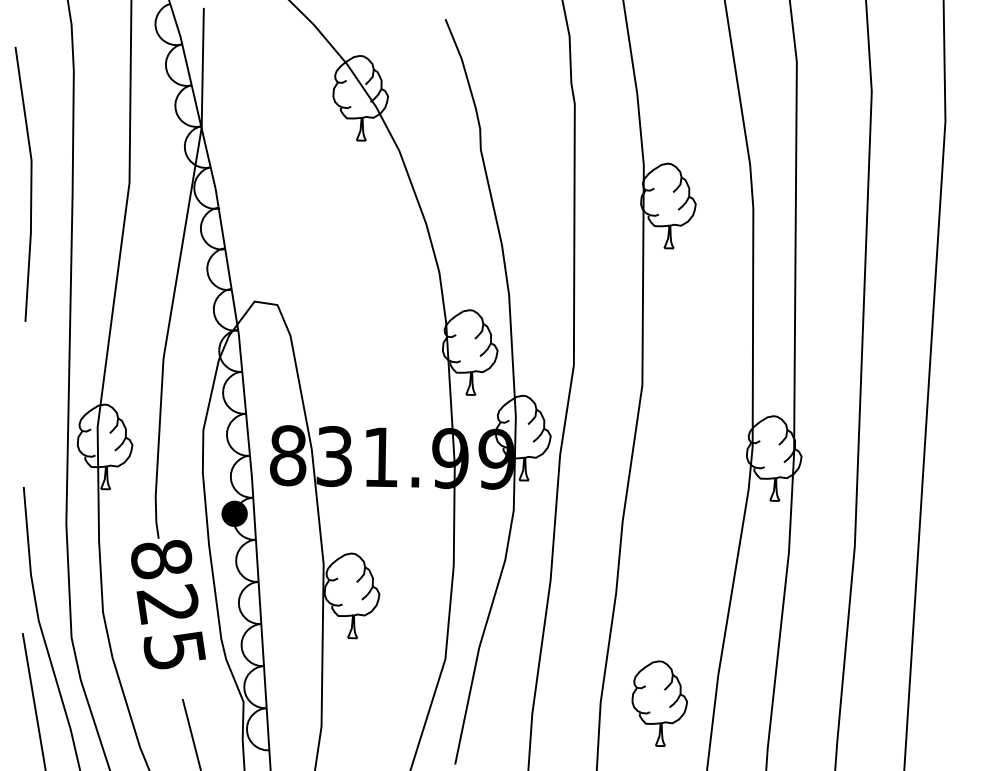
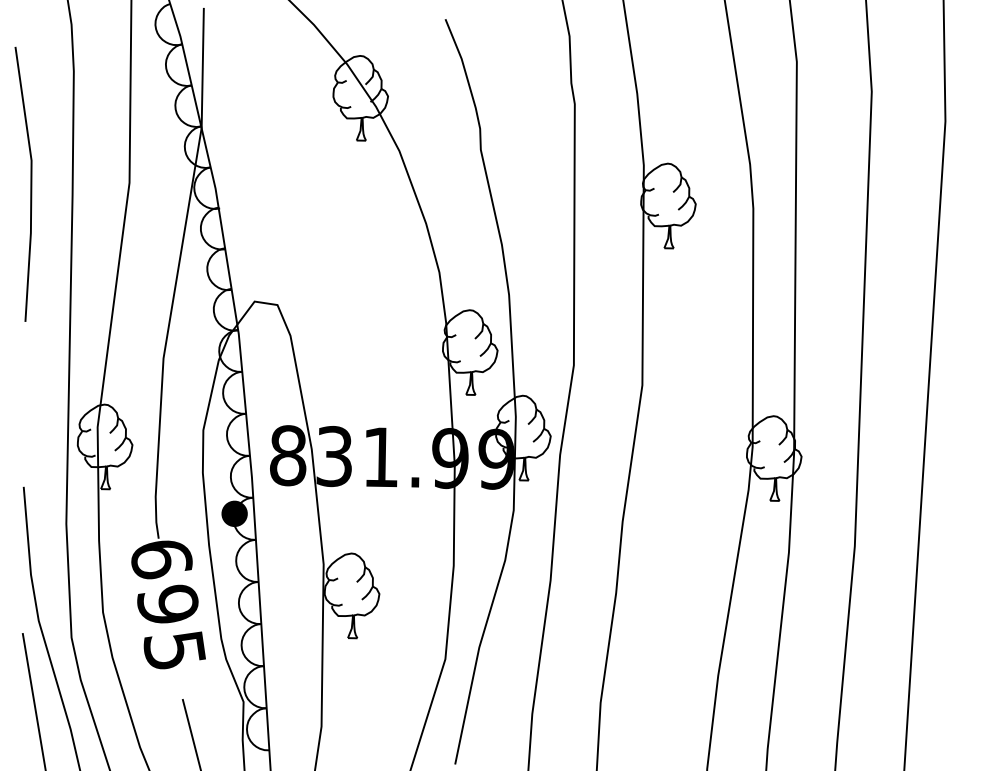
text at (164, 582): 825 -> 695
part at (659, 703): present -> none
